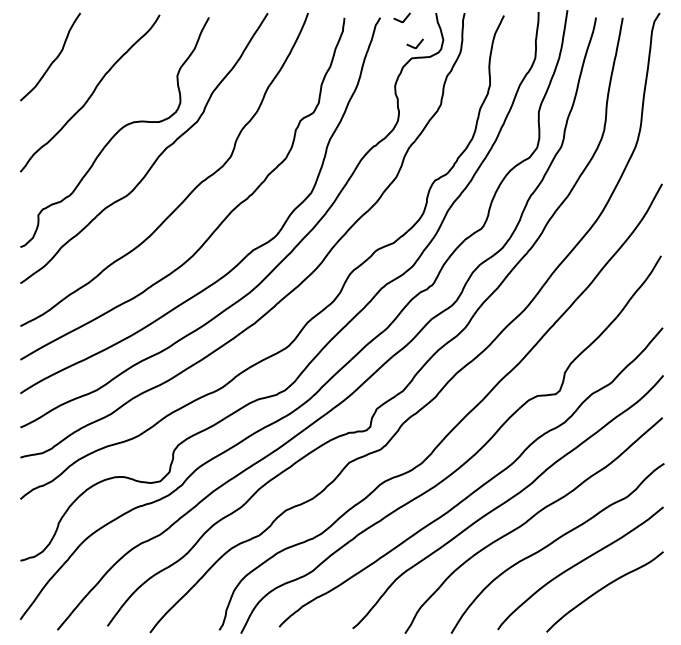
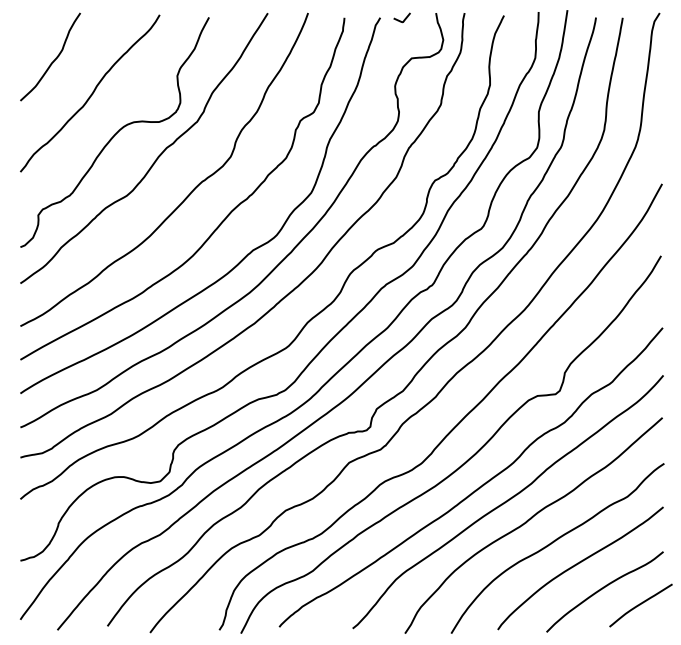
curve at (416, 45): present -> none
curve at (640, 605): none -> present
